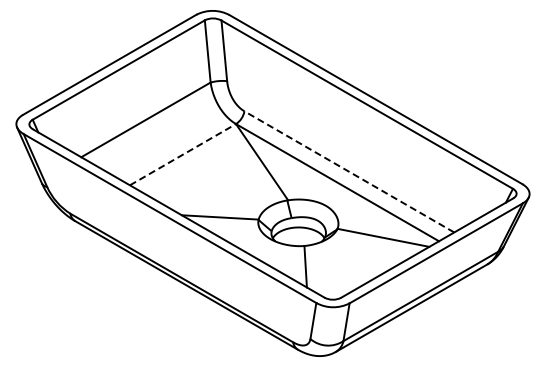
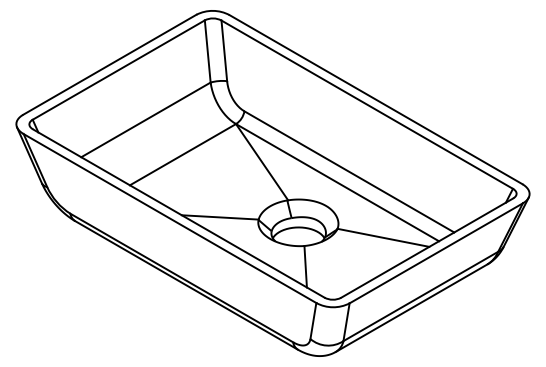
line at (183, 154): dashed -> solid
line at (348, 171): dashed -> solid
